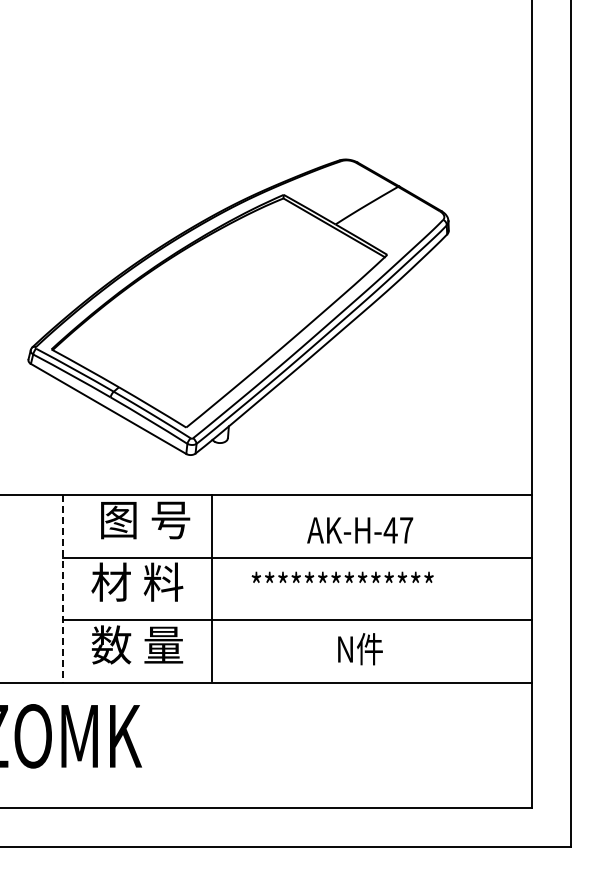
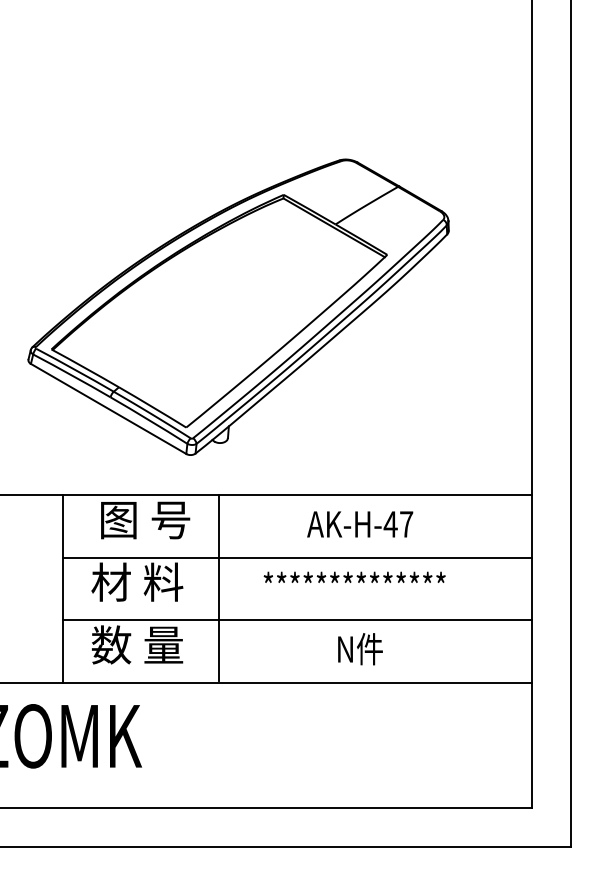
text at (360, 530) position: (360, 530) -> (360, 524)
text at (342, 576) position: (342, 576) -> (354, 576)
line at (63, 588): dashed -> solid
line at (212, 588) position: (212, 588) -> (219, 588)
